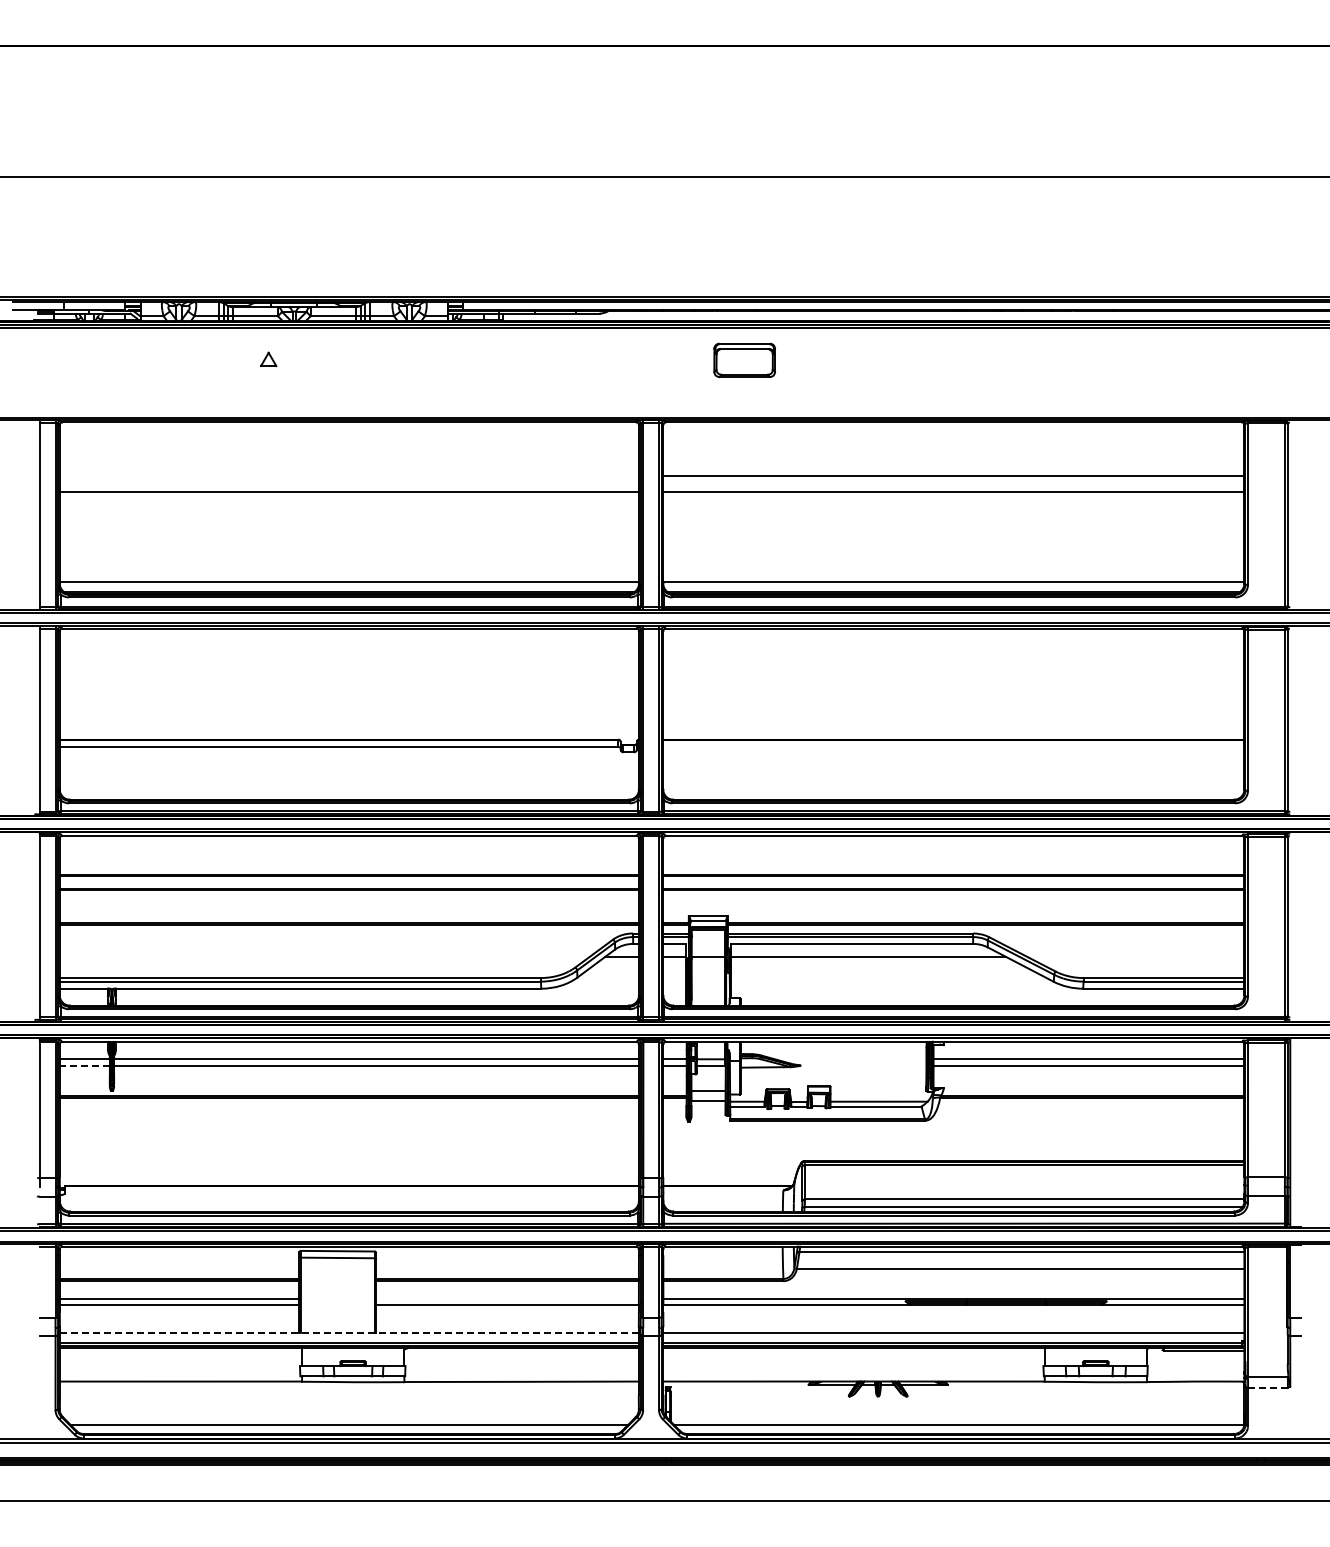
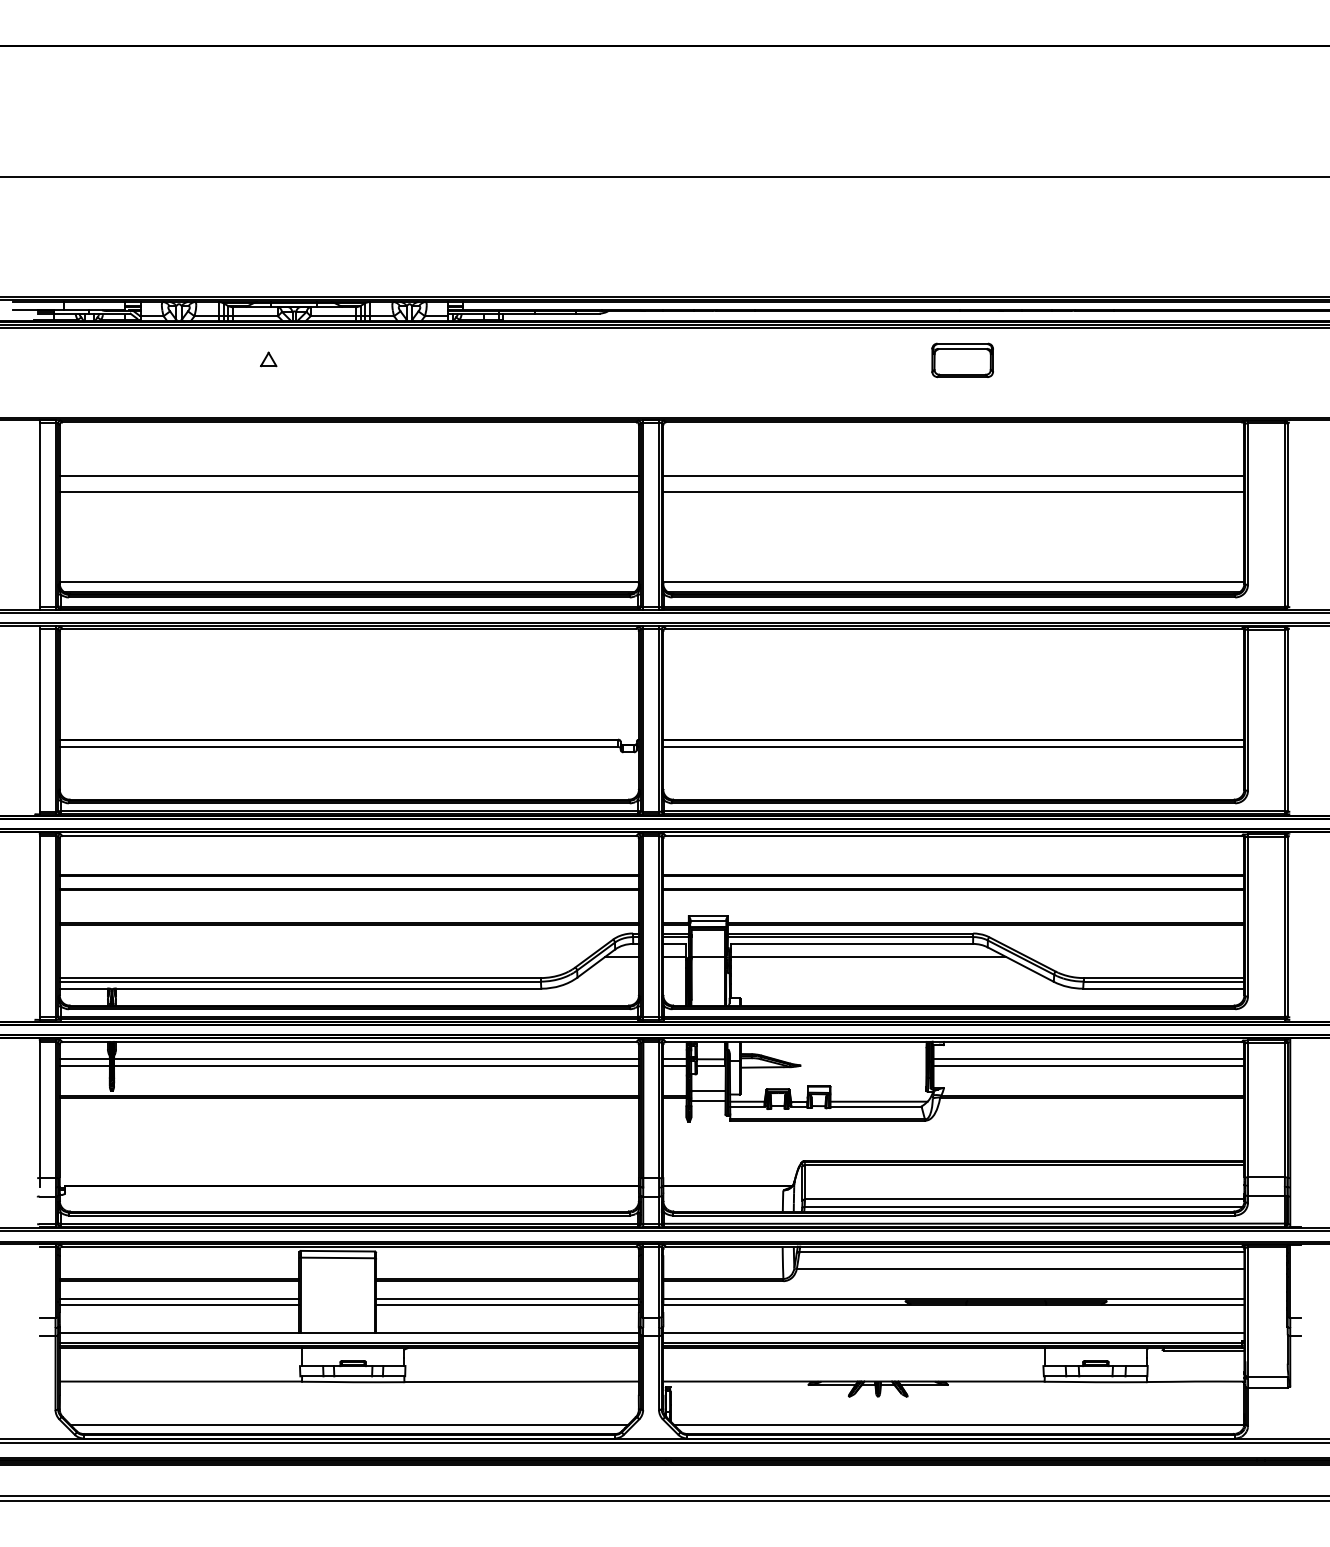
part at (744, 360) position: (744, 360) -> (962, 360)
line at (348, 476): none -> present
line at (953, 746): none -> present
line at (84, 1065): dashed -> solid
line at (507, 1299): none -> present
line at (349, 1332): dashed -> solid
line at (1268, 1388): dashed -> solid
line at (664, 1495): none -> present
